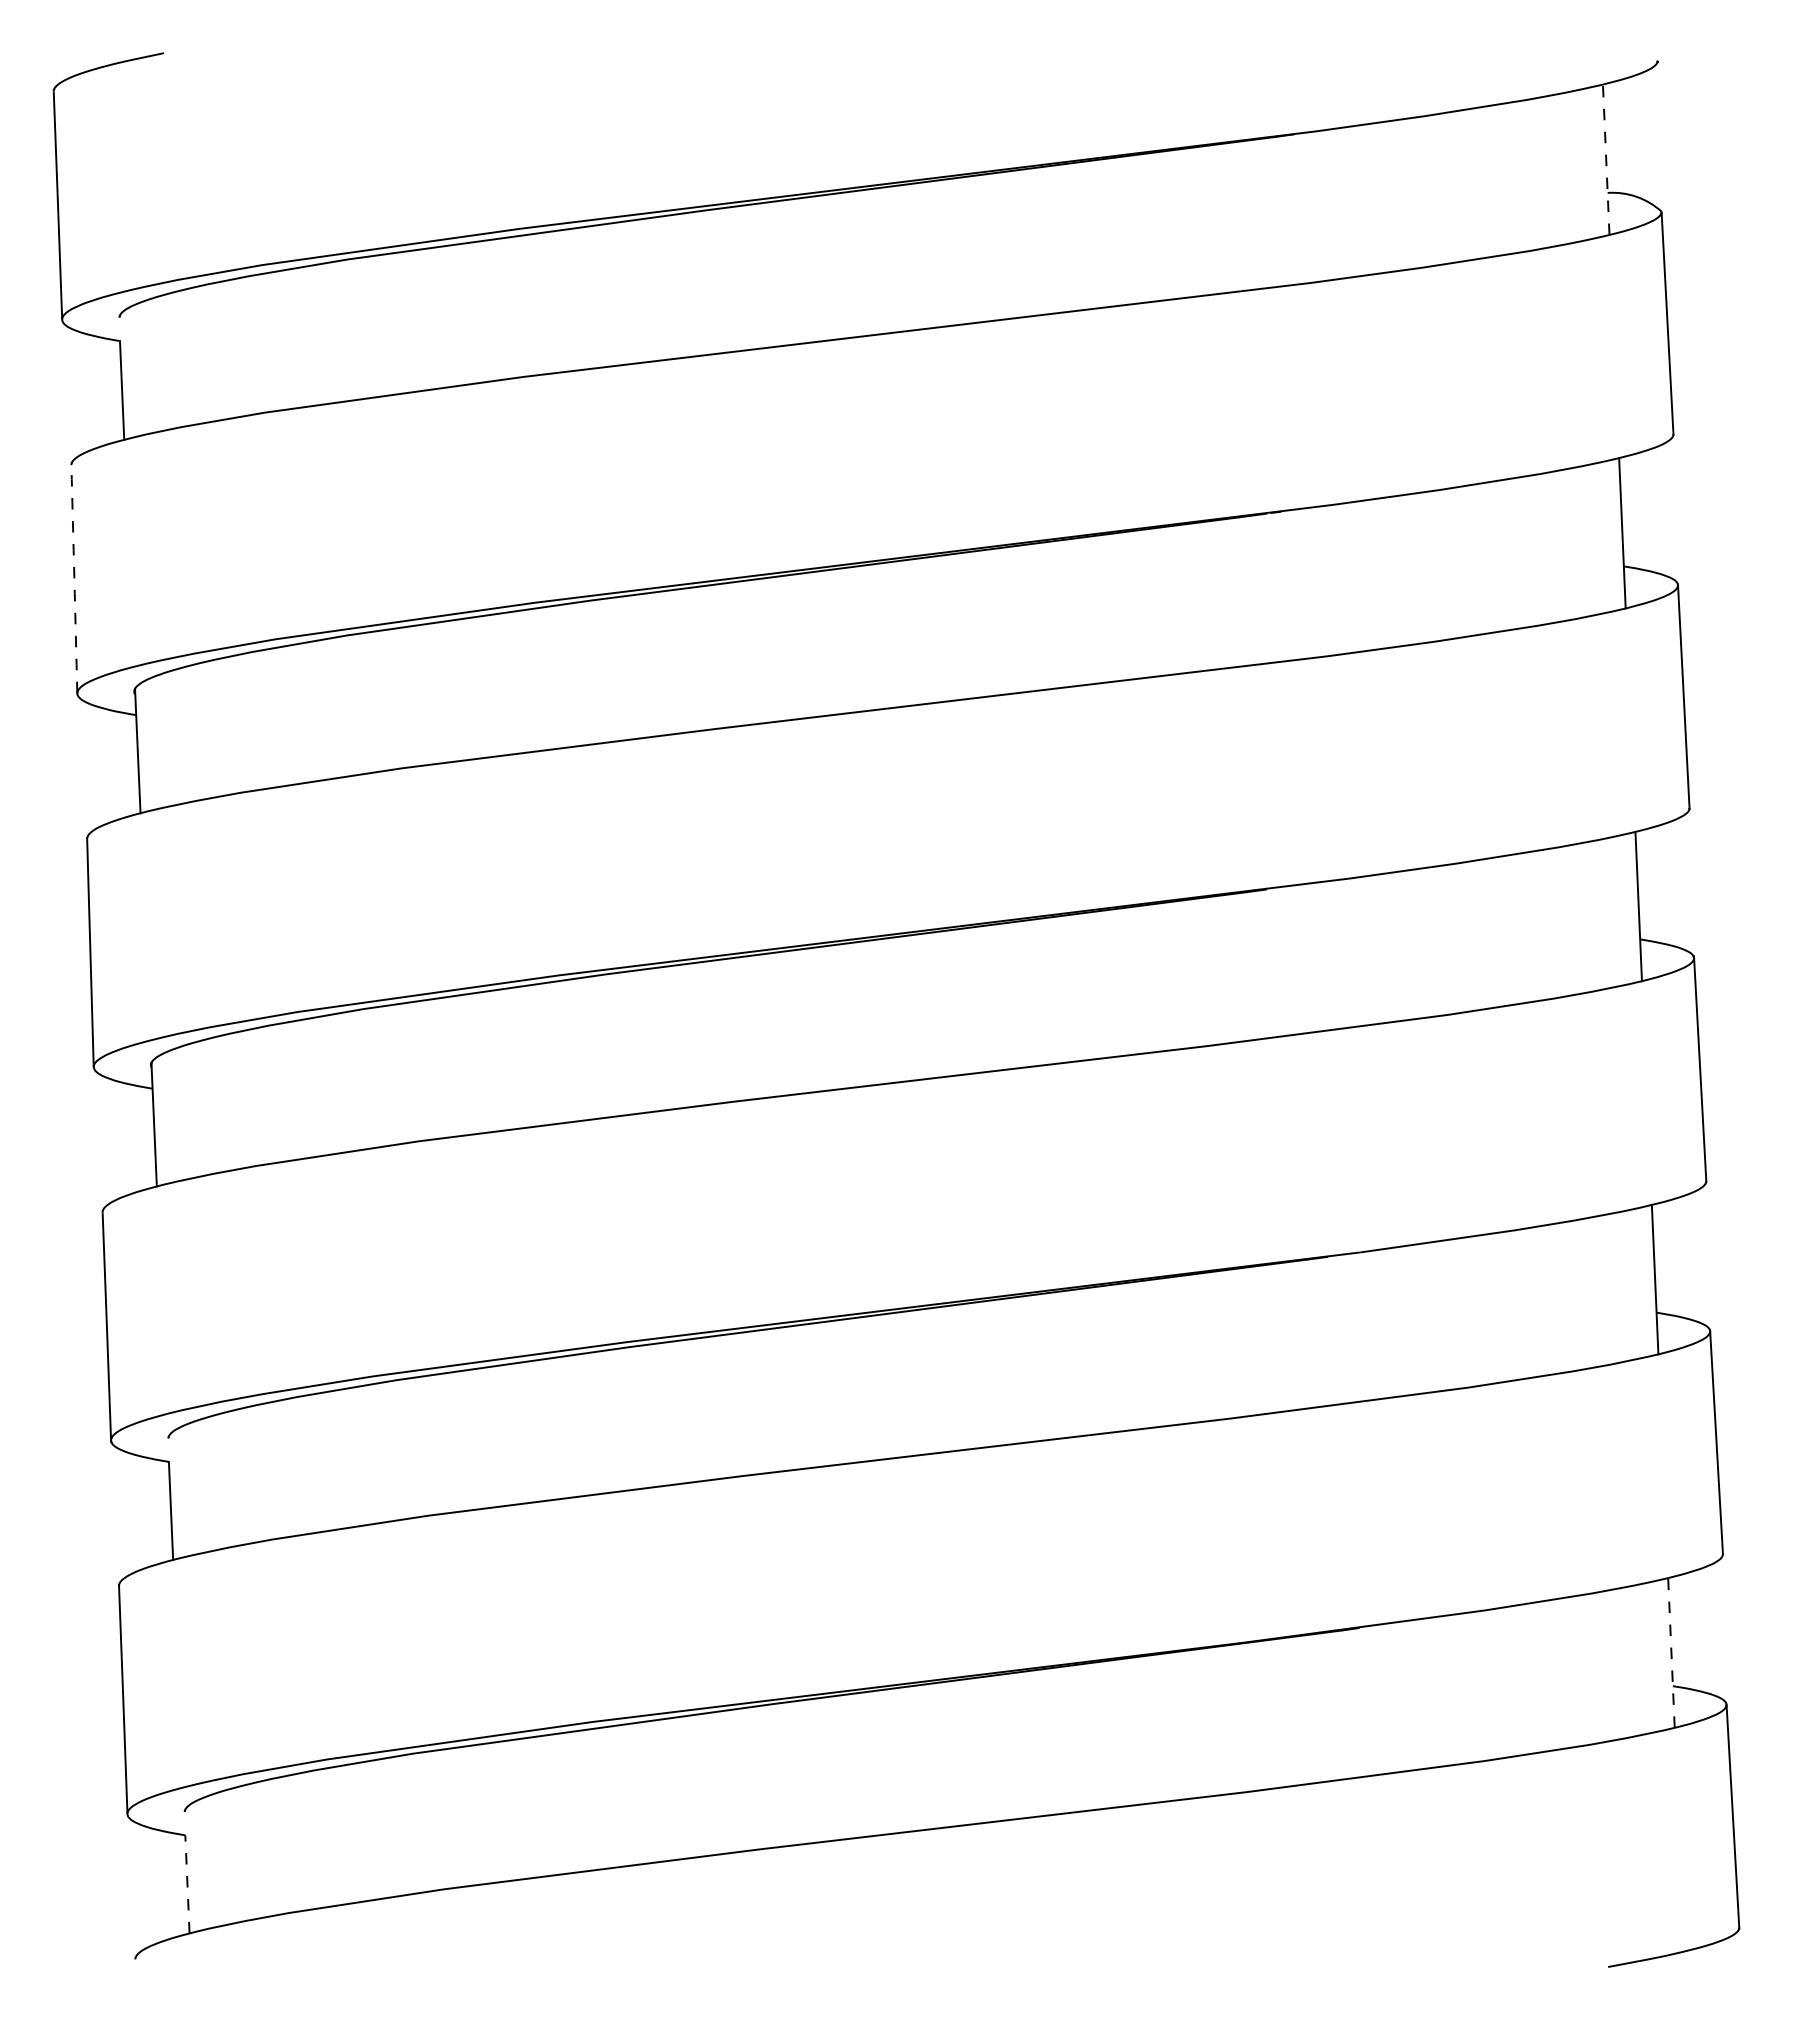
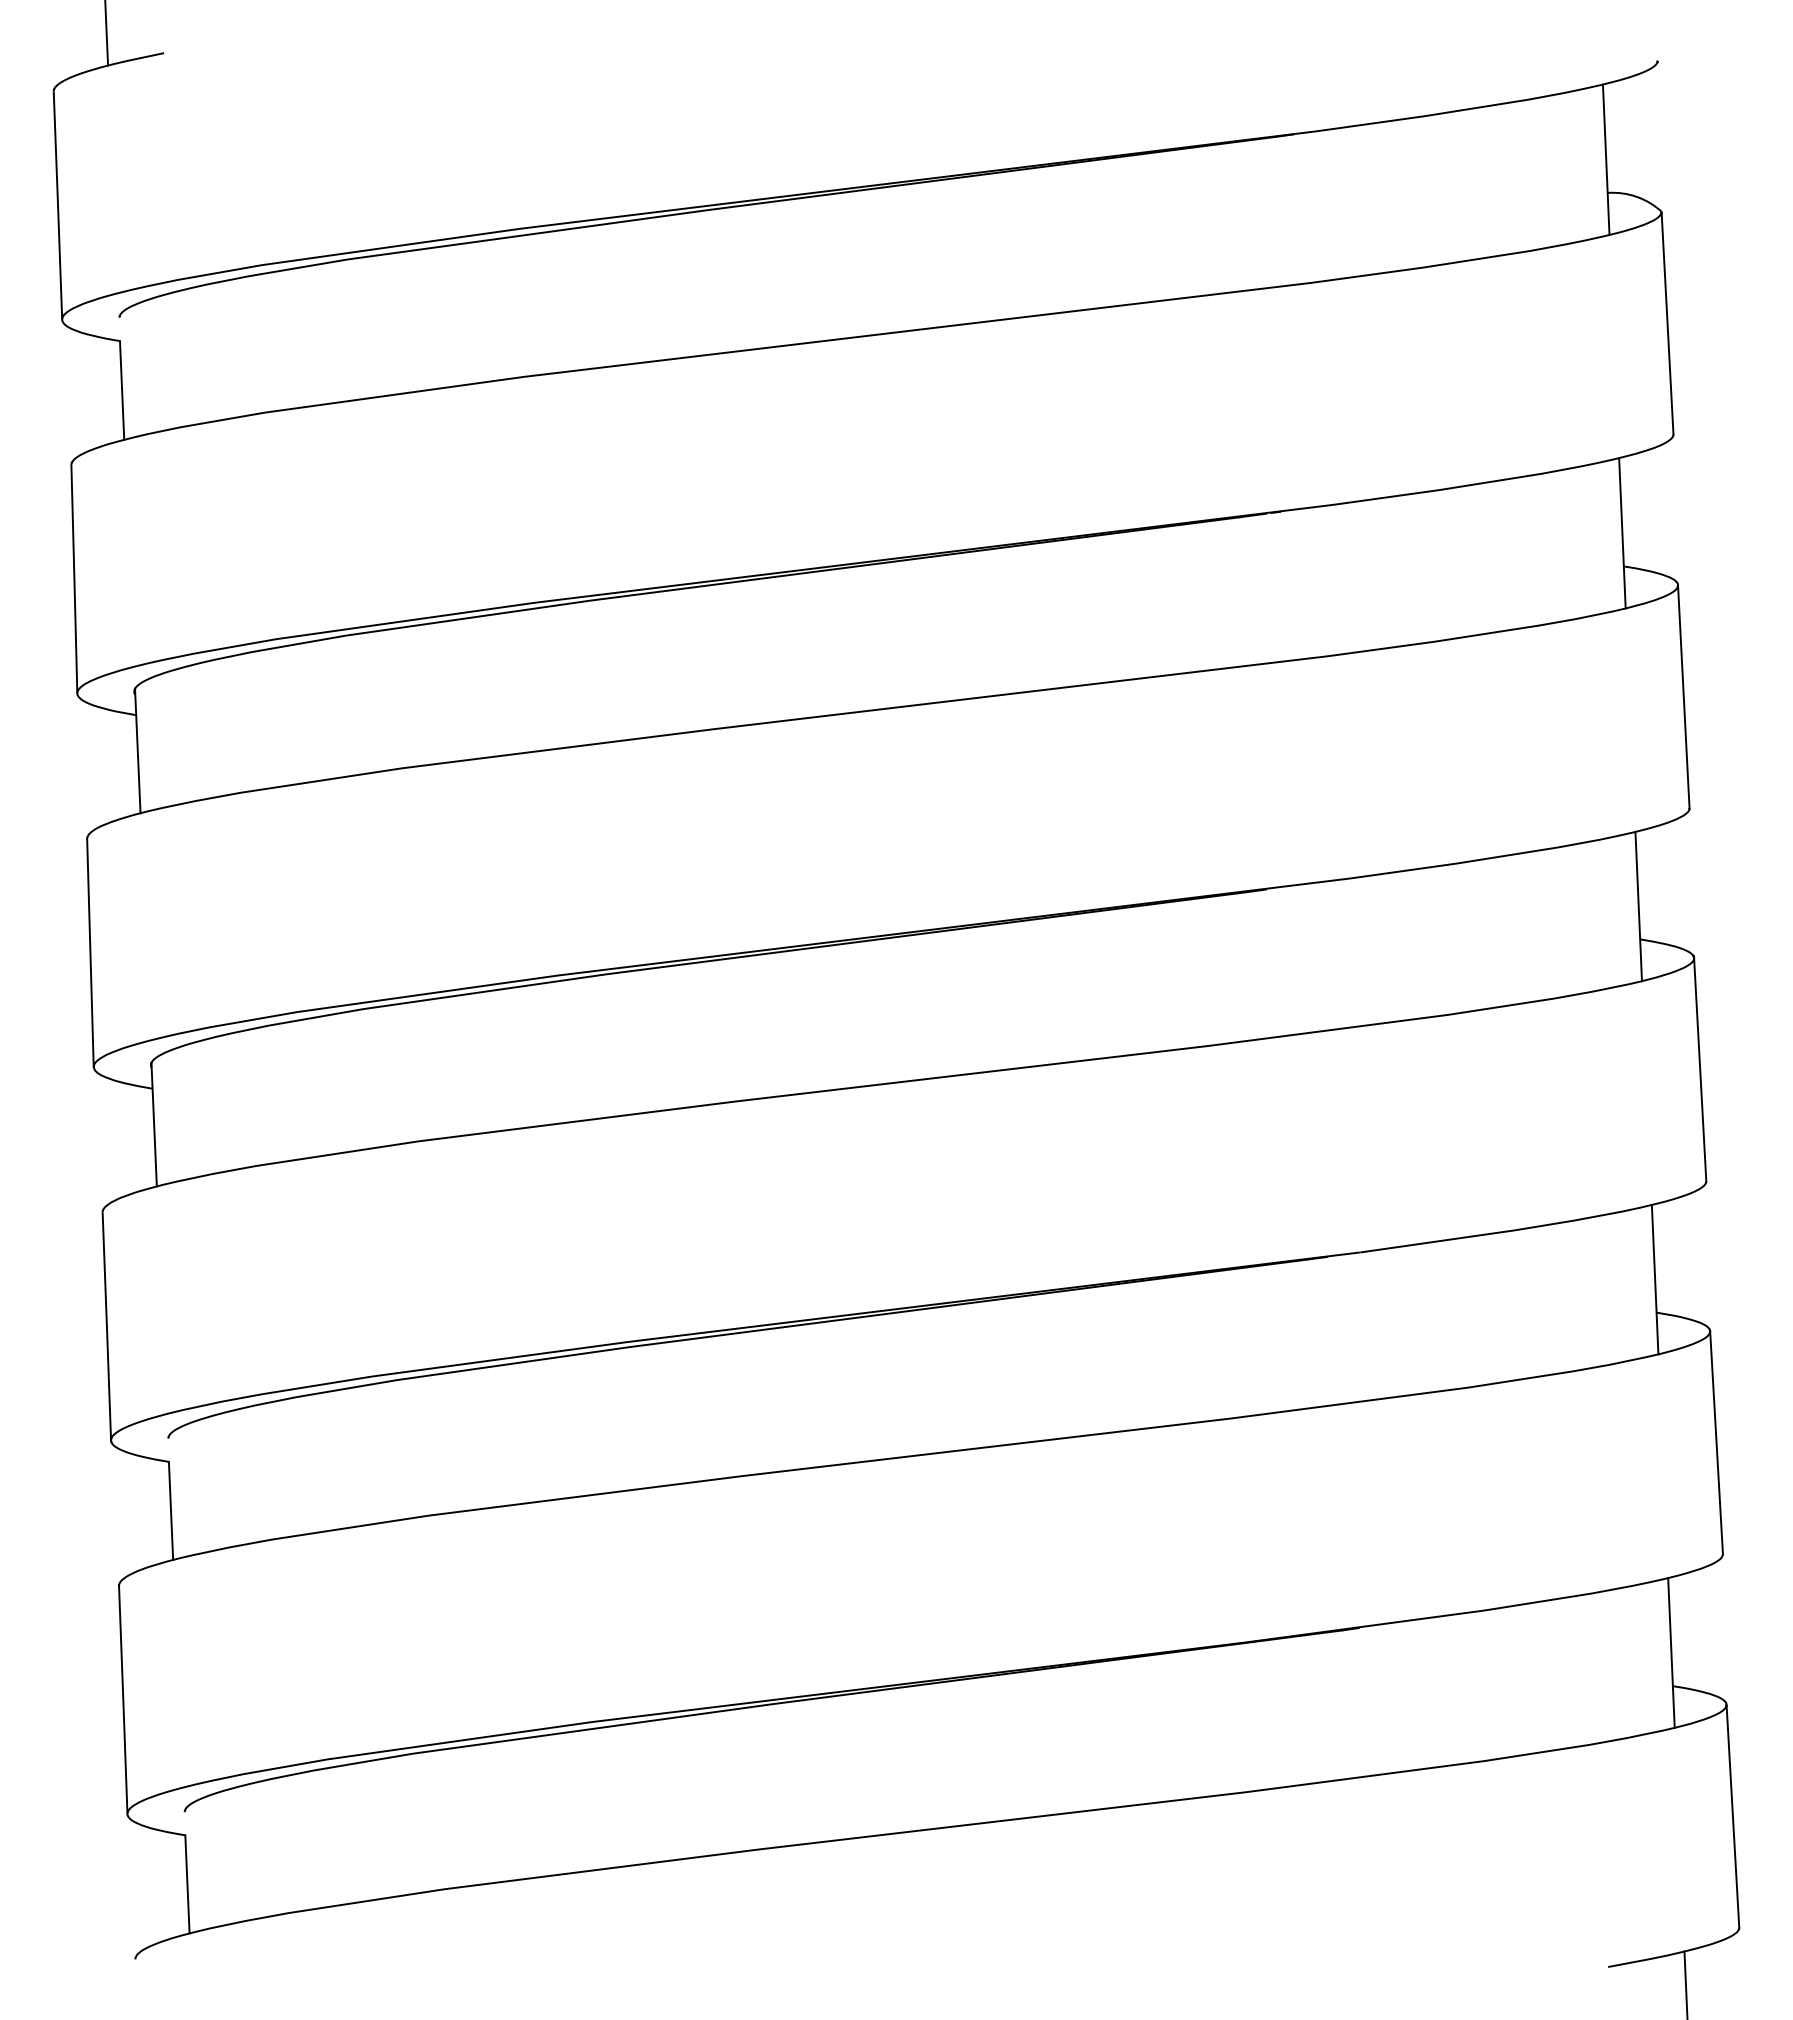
line at (106, 33): none -> present
line at (1606, 159): dashed -> solid
arc at (74, 579): dashed -> solid
line at (1671, 1652): dashed -> solid
line at (187, 1883): dashed -> solid
line at (1685, 1983): none -> present
